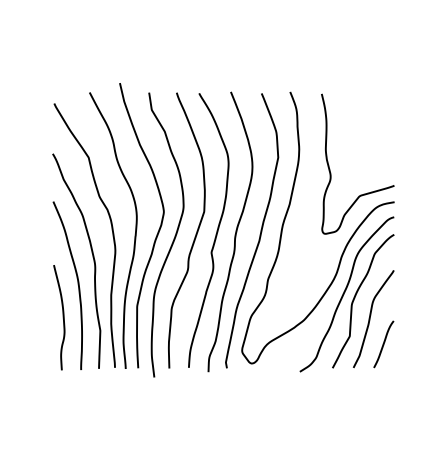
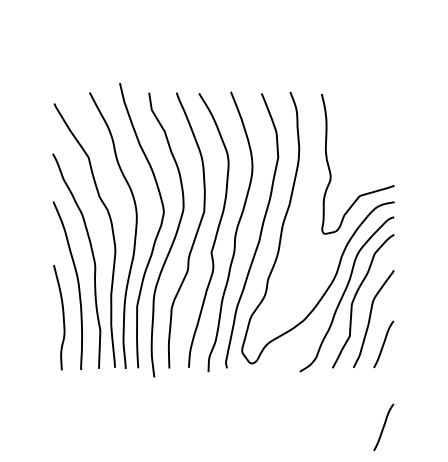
curve at (383, 427): none -> present
